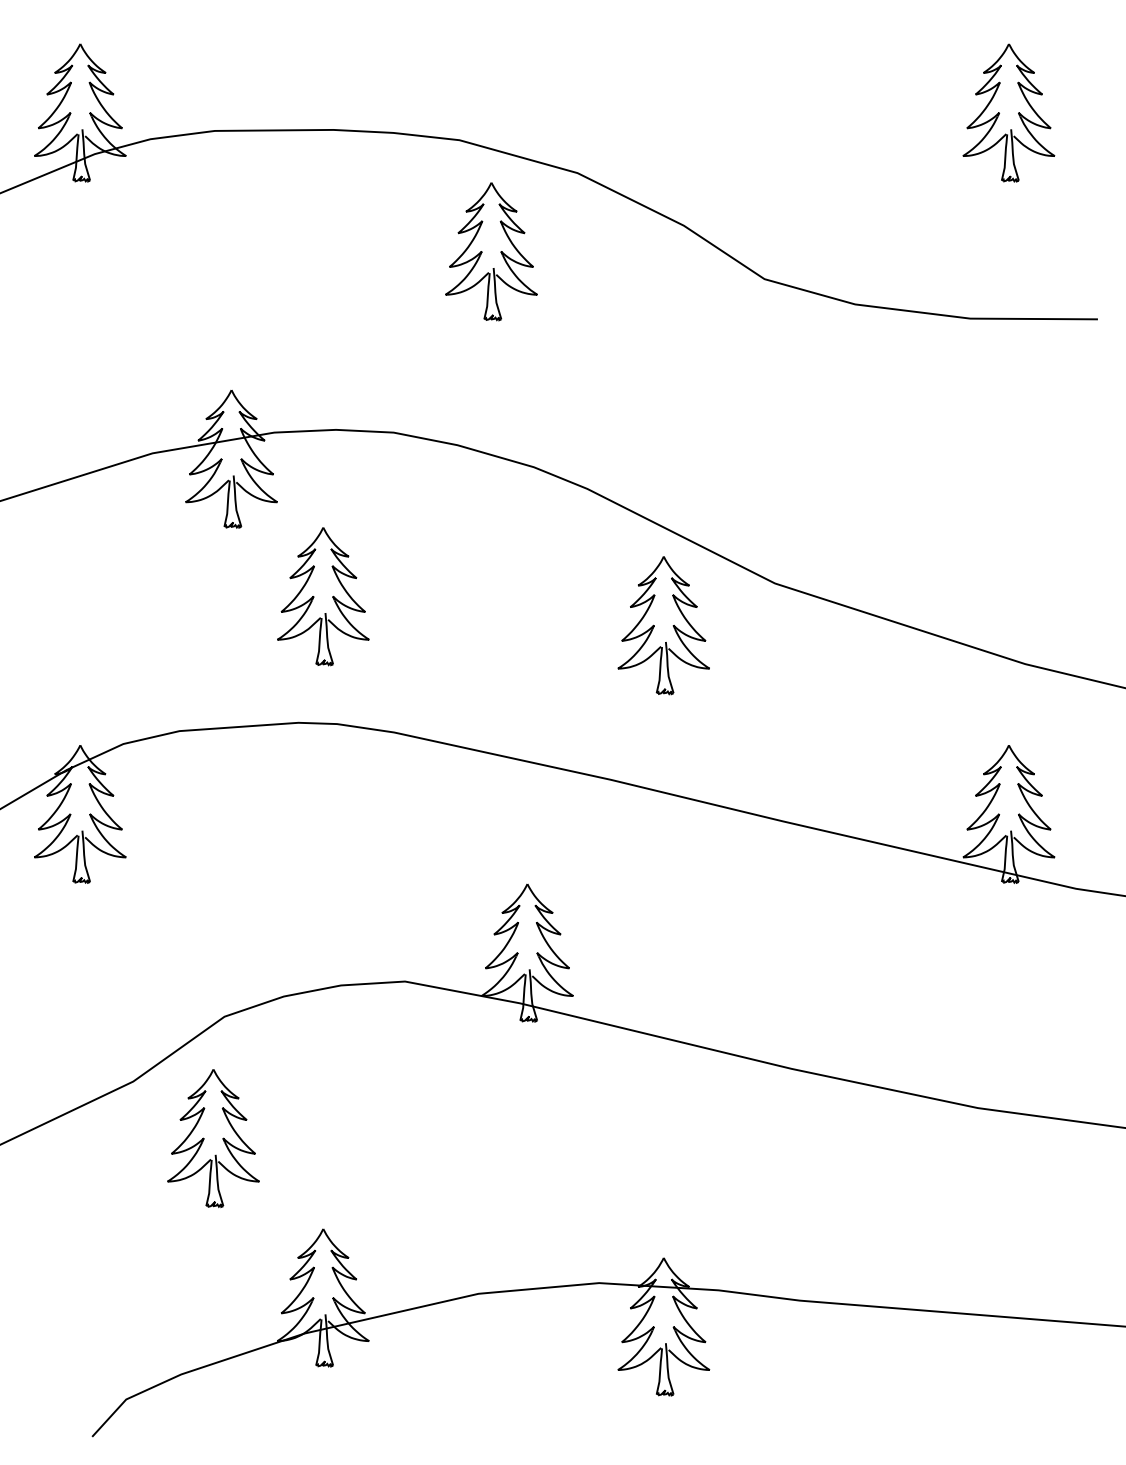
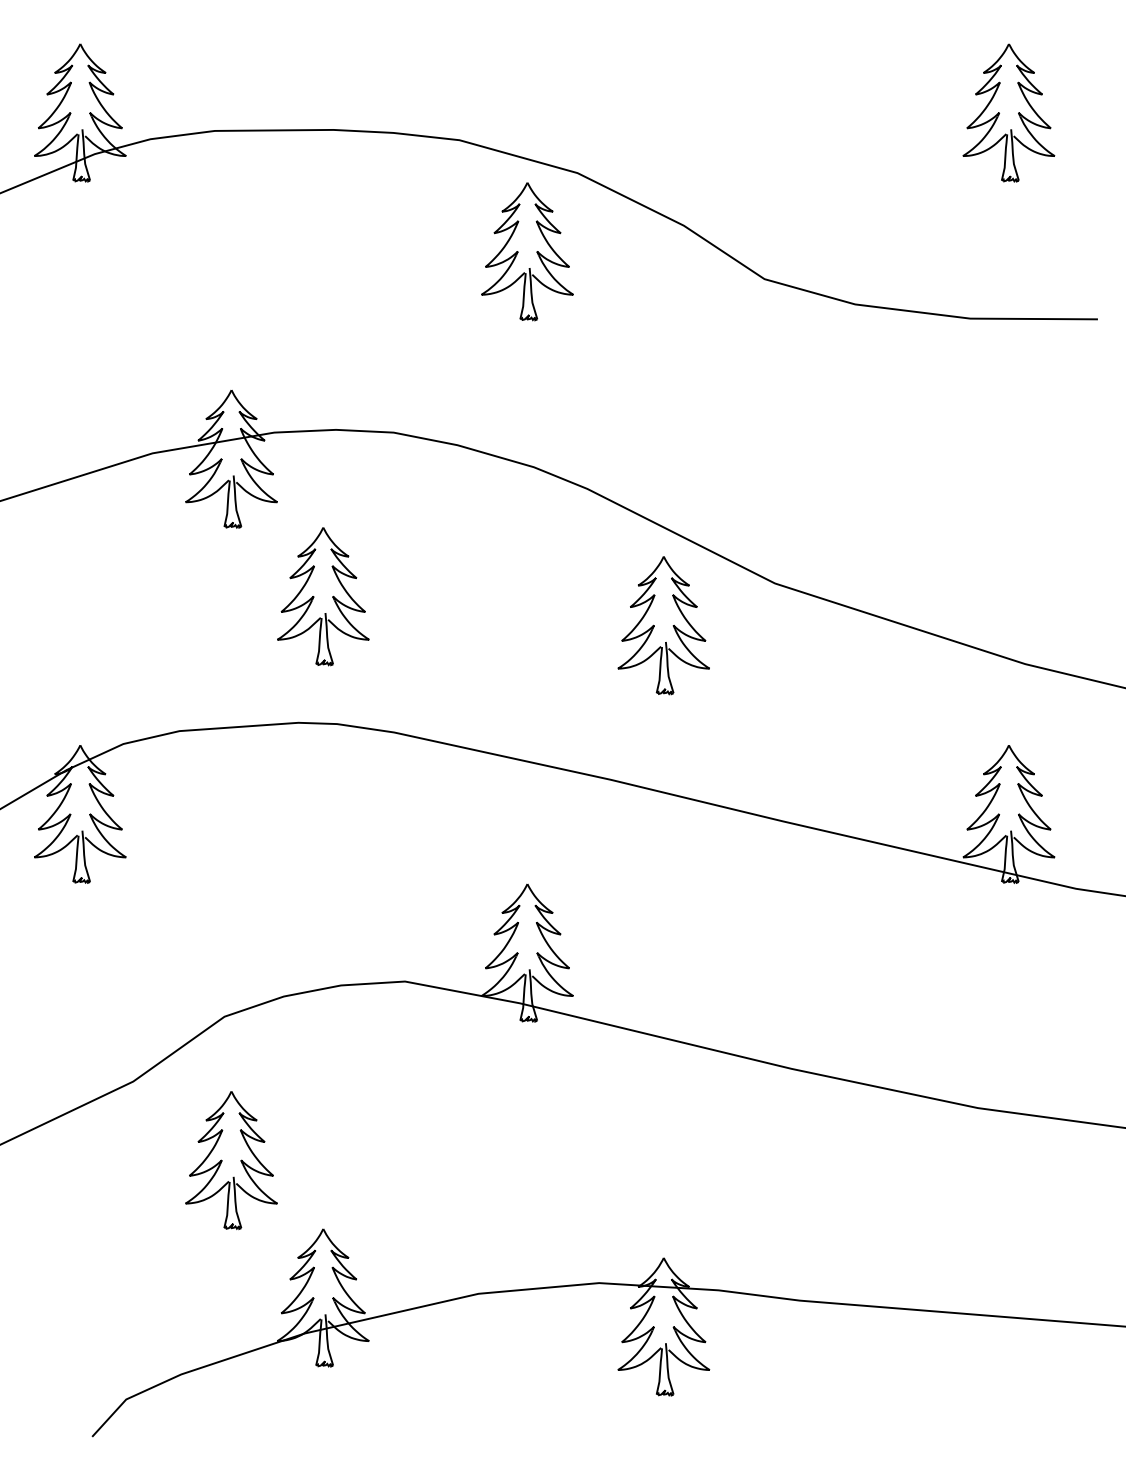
part at (491, 251) position: (491, 251) -> (527, 251)
part at (213, 1138) position: (213, 1138) -> (231, 1160)
